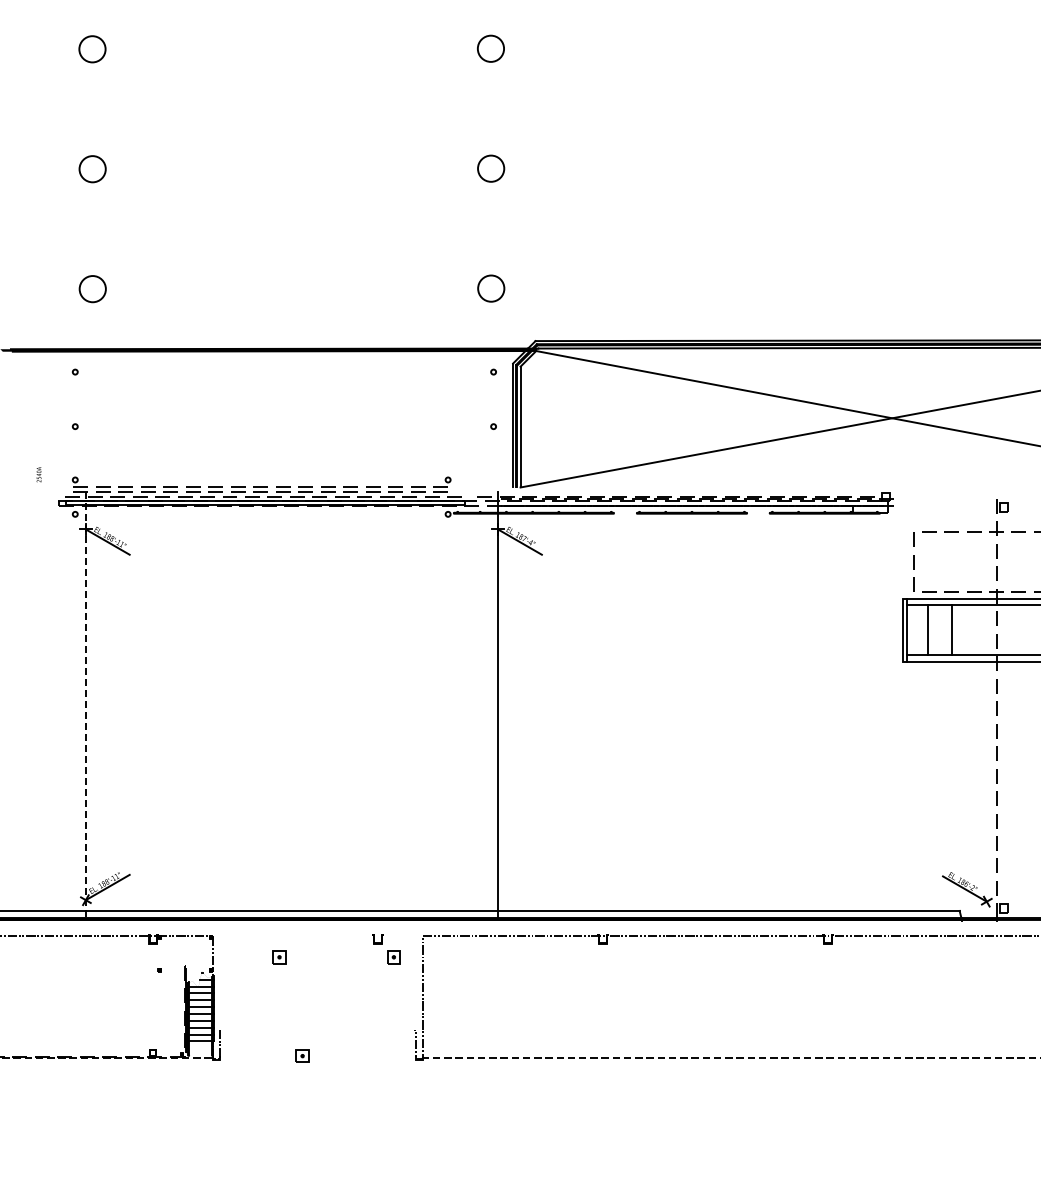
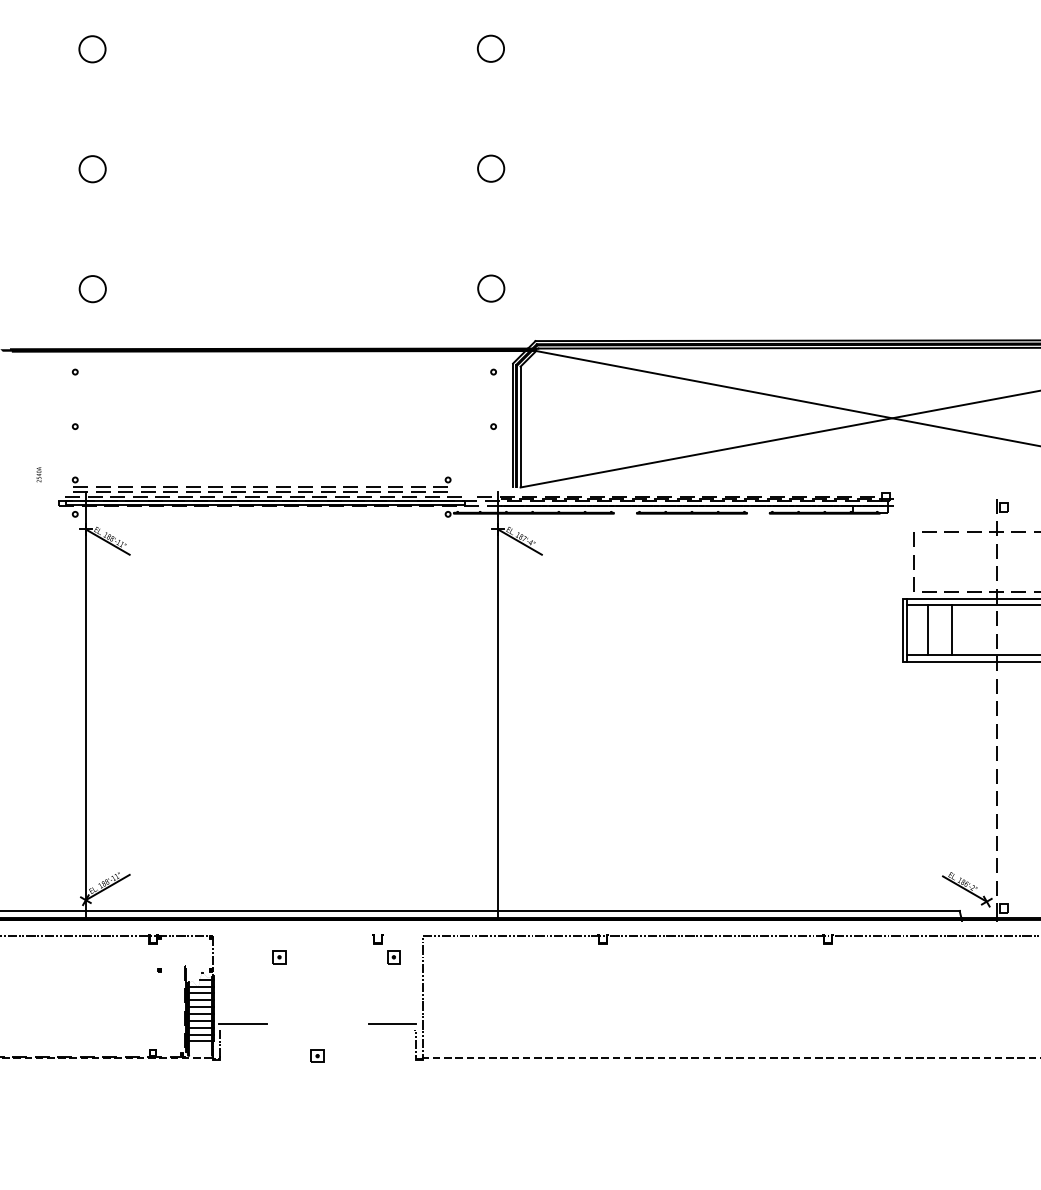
line at (85, 704): dashed -> solid
line at (242, 1023): none -> present
line at (391, 1023): none -> present
part at (302, 1055) position: (302, 1055) -> (317, 1055)
